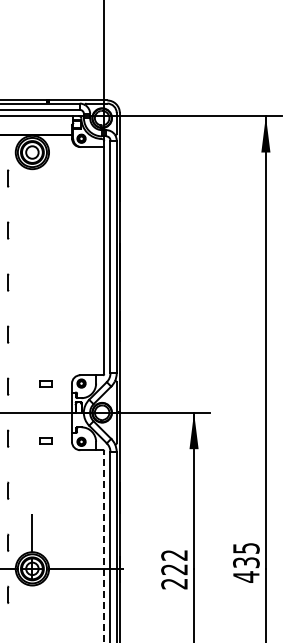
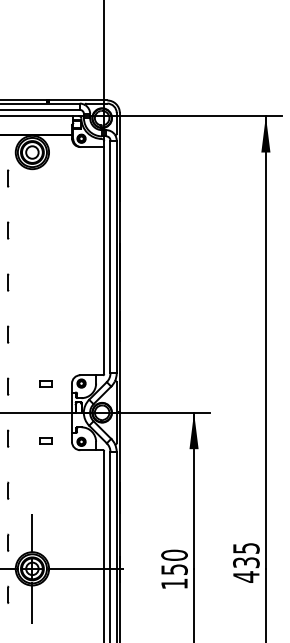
line at (104, 546): dashed -> solid
text at (174, 569): 222 -> 150
line at (32, 602): none -> present
